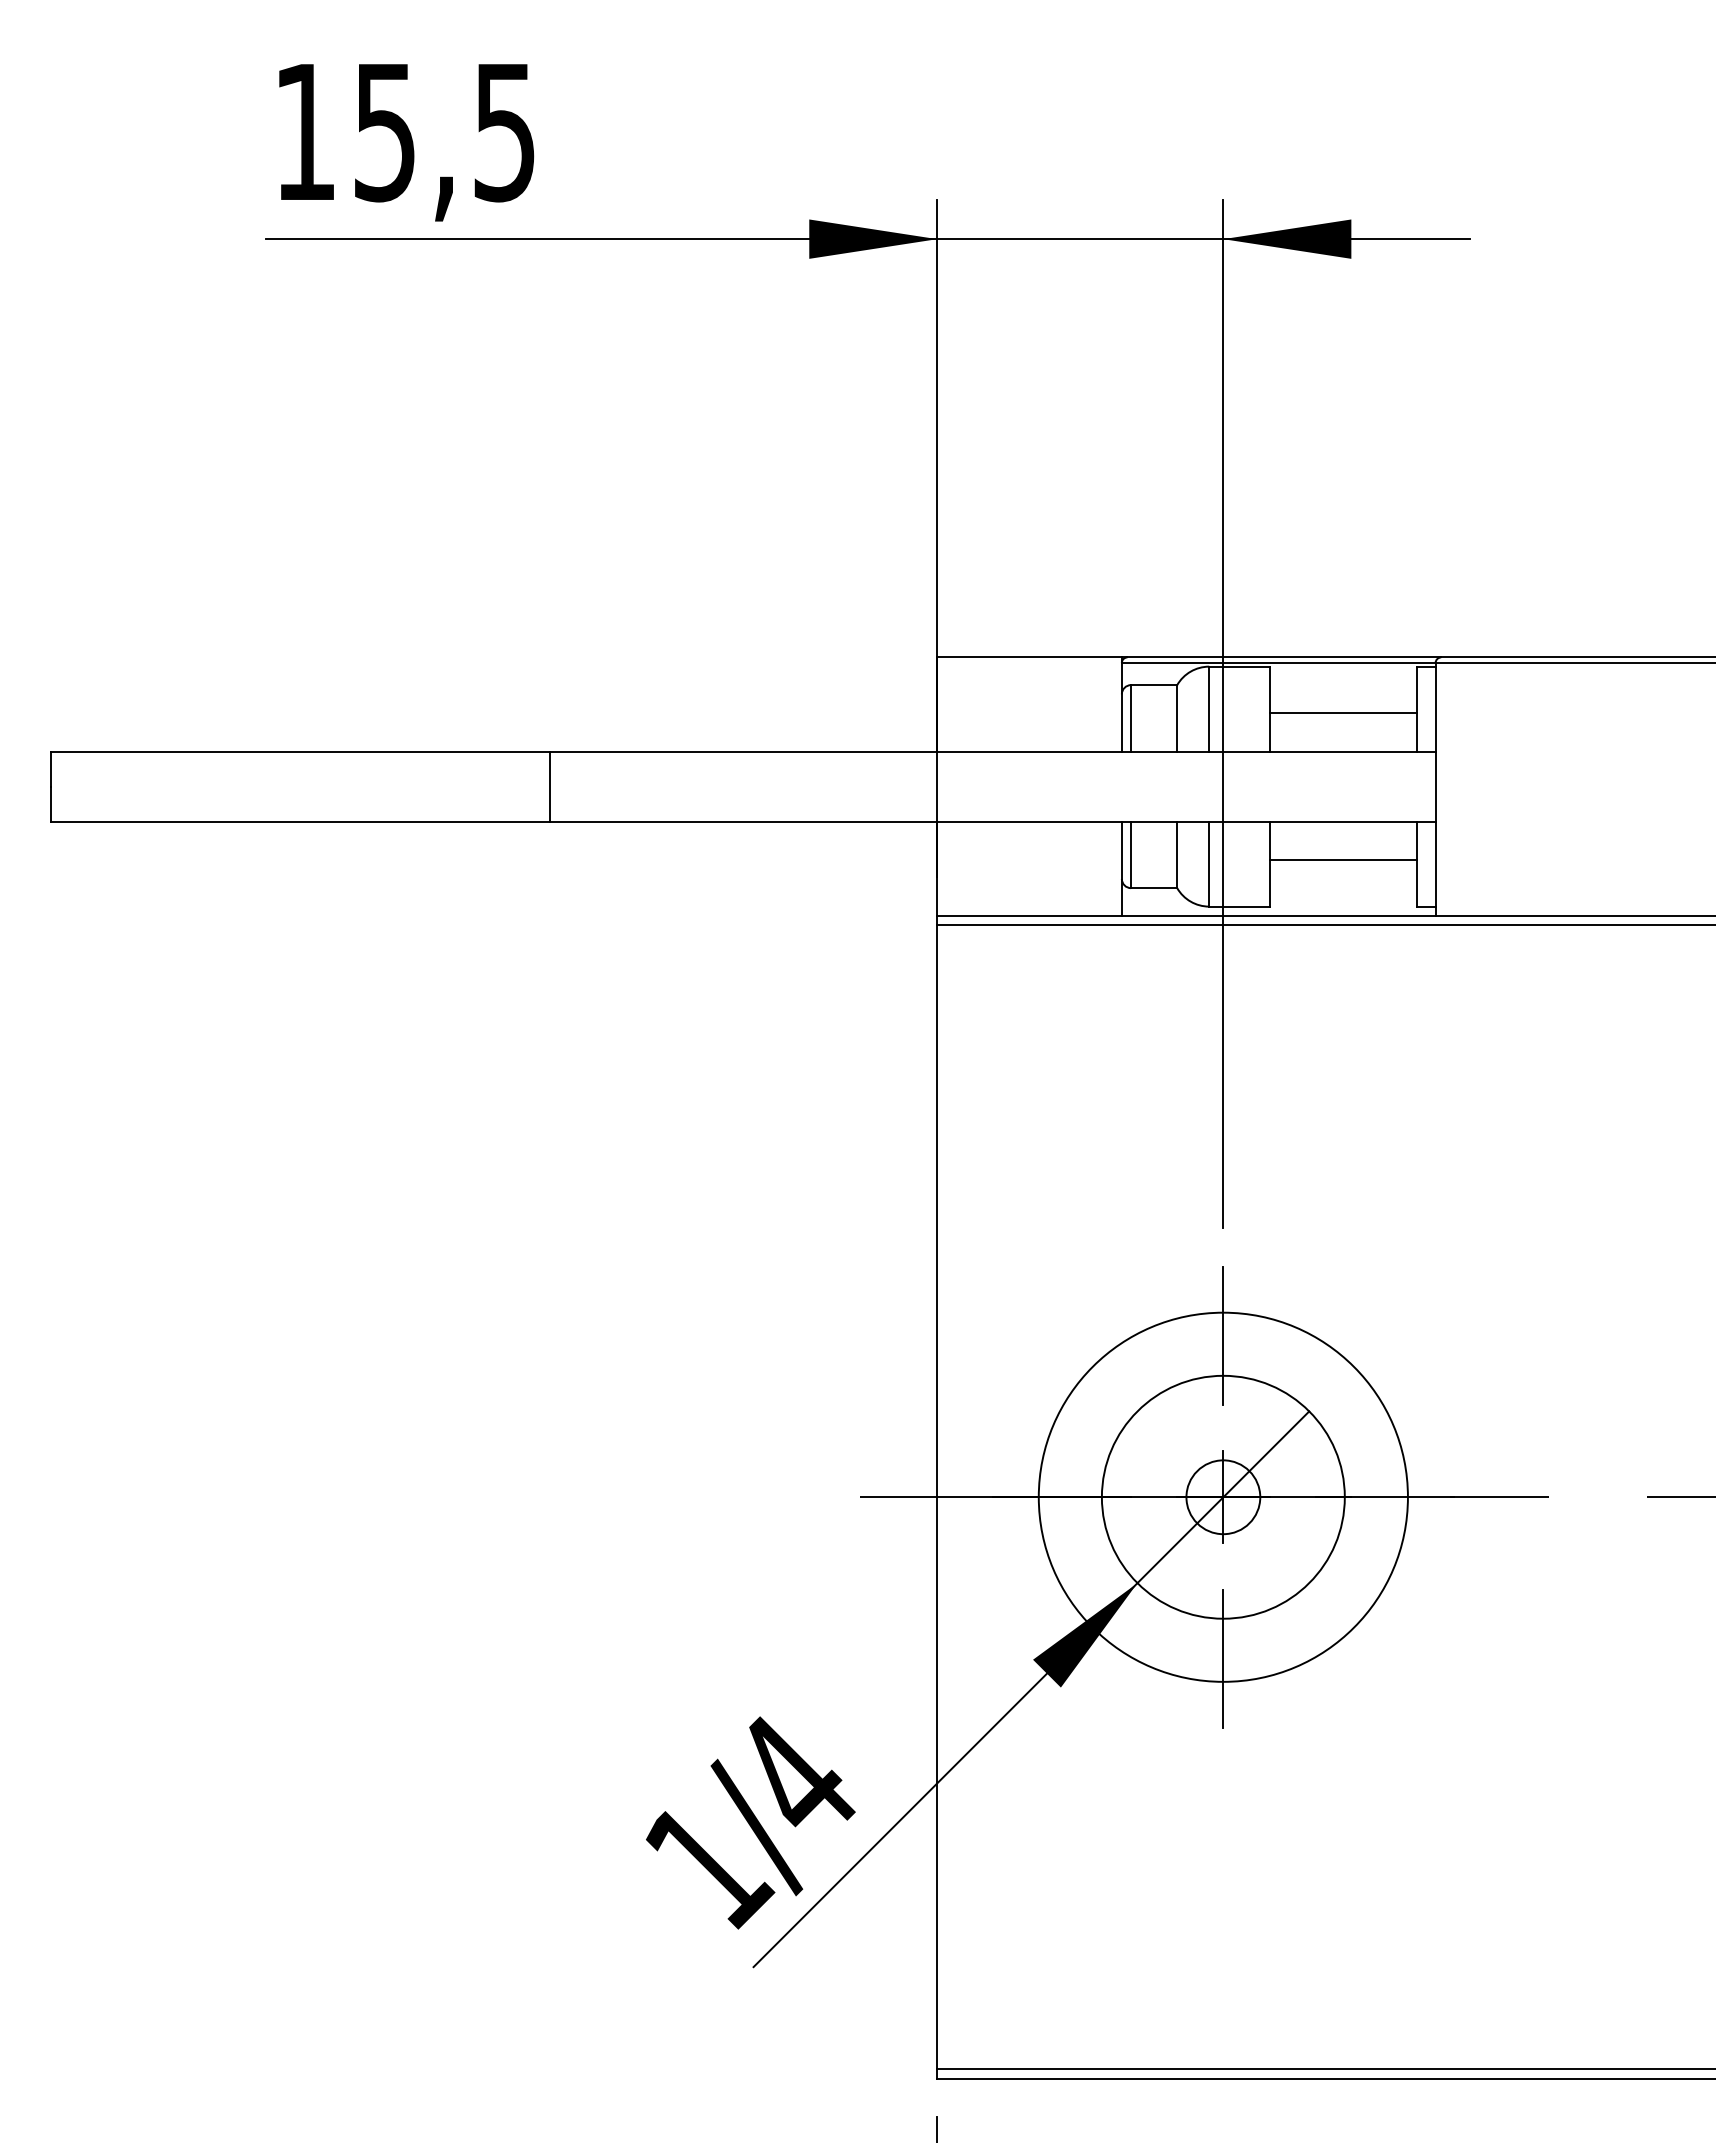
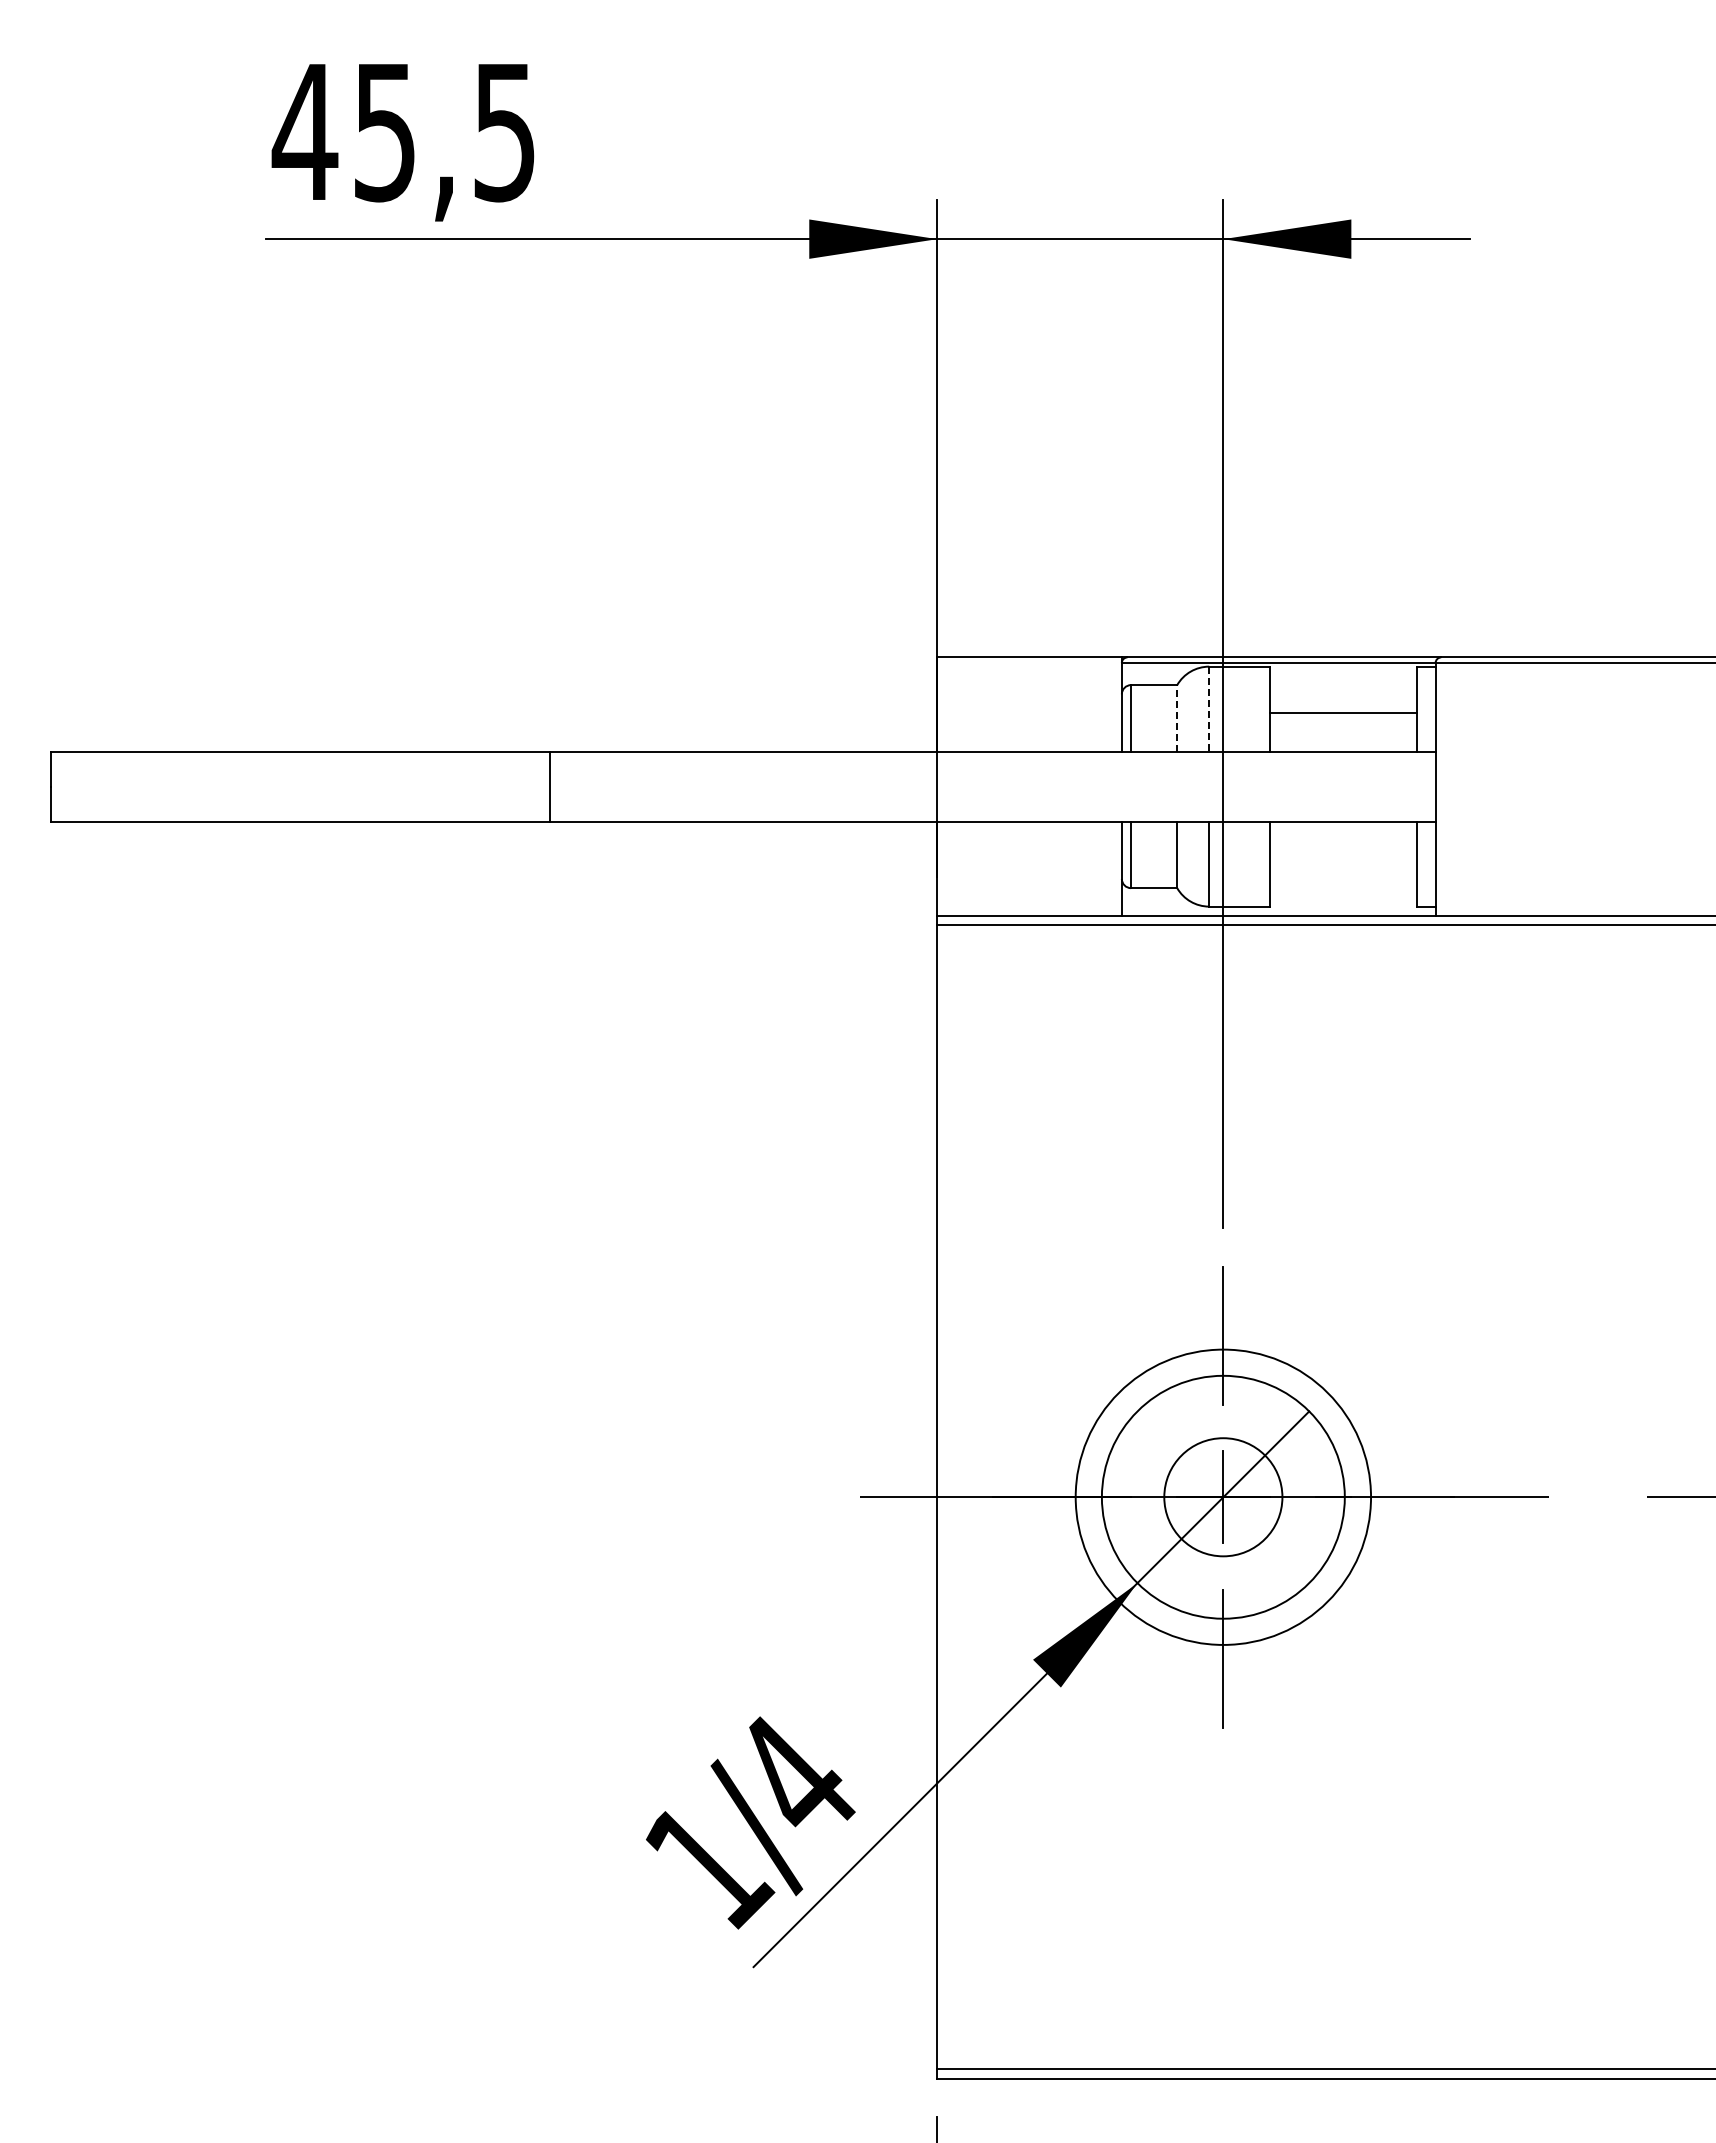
text at (304, 131): 15,5 -> 45,5
line at (1209, 709): solid -> dashed
line at (1177, 717): solid -> dashed
line at (1343, 860): present -> none
circle at (1222, 1496) diameter: 369 px -> 295 px
circle at (1223, 1497) diameter: 74 px -> 118 px
